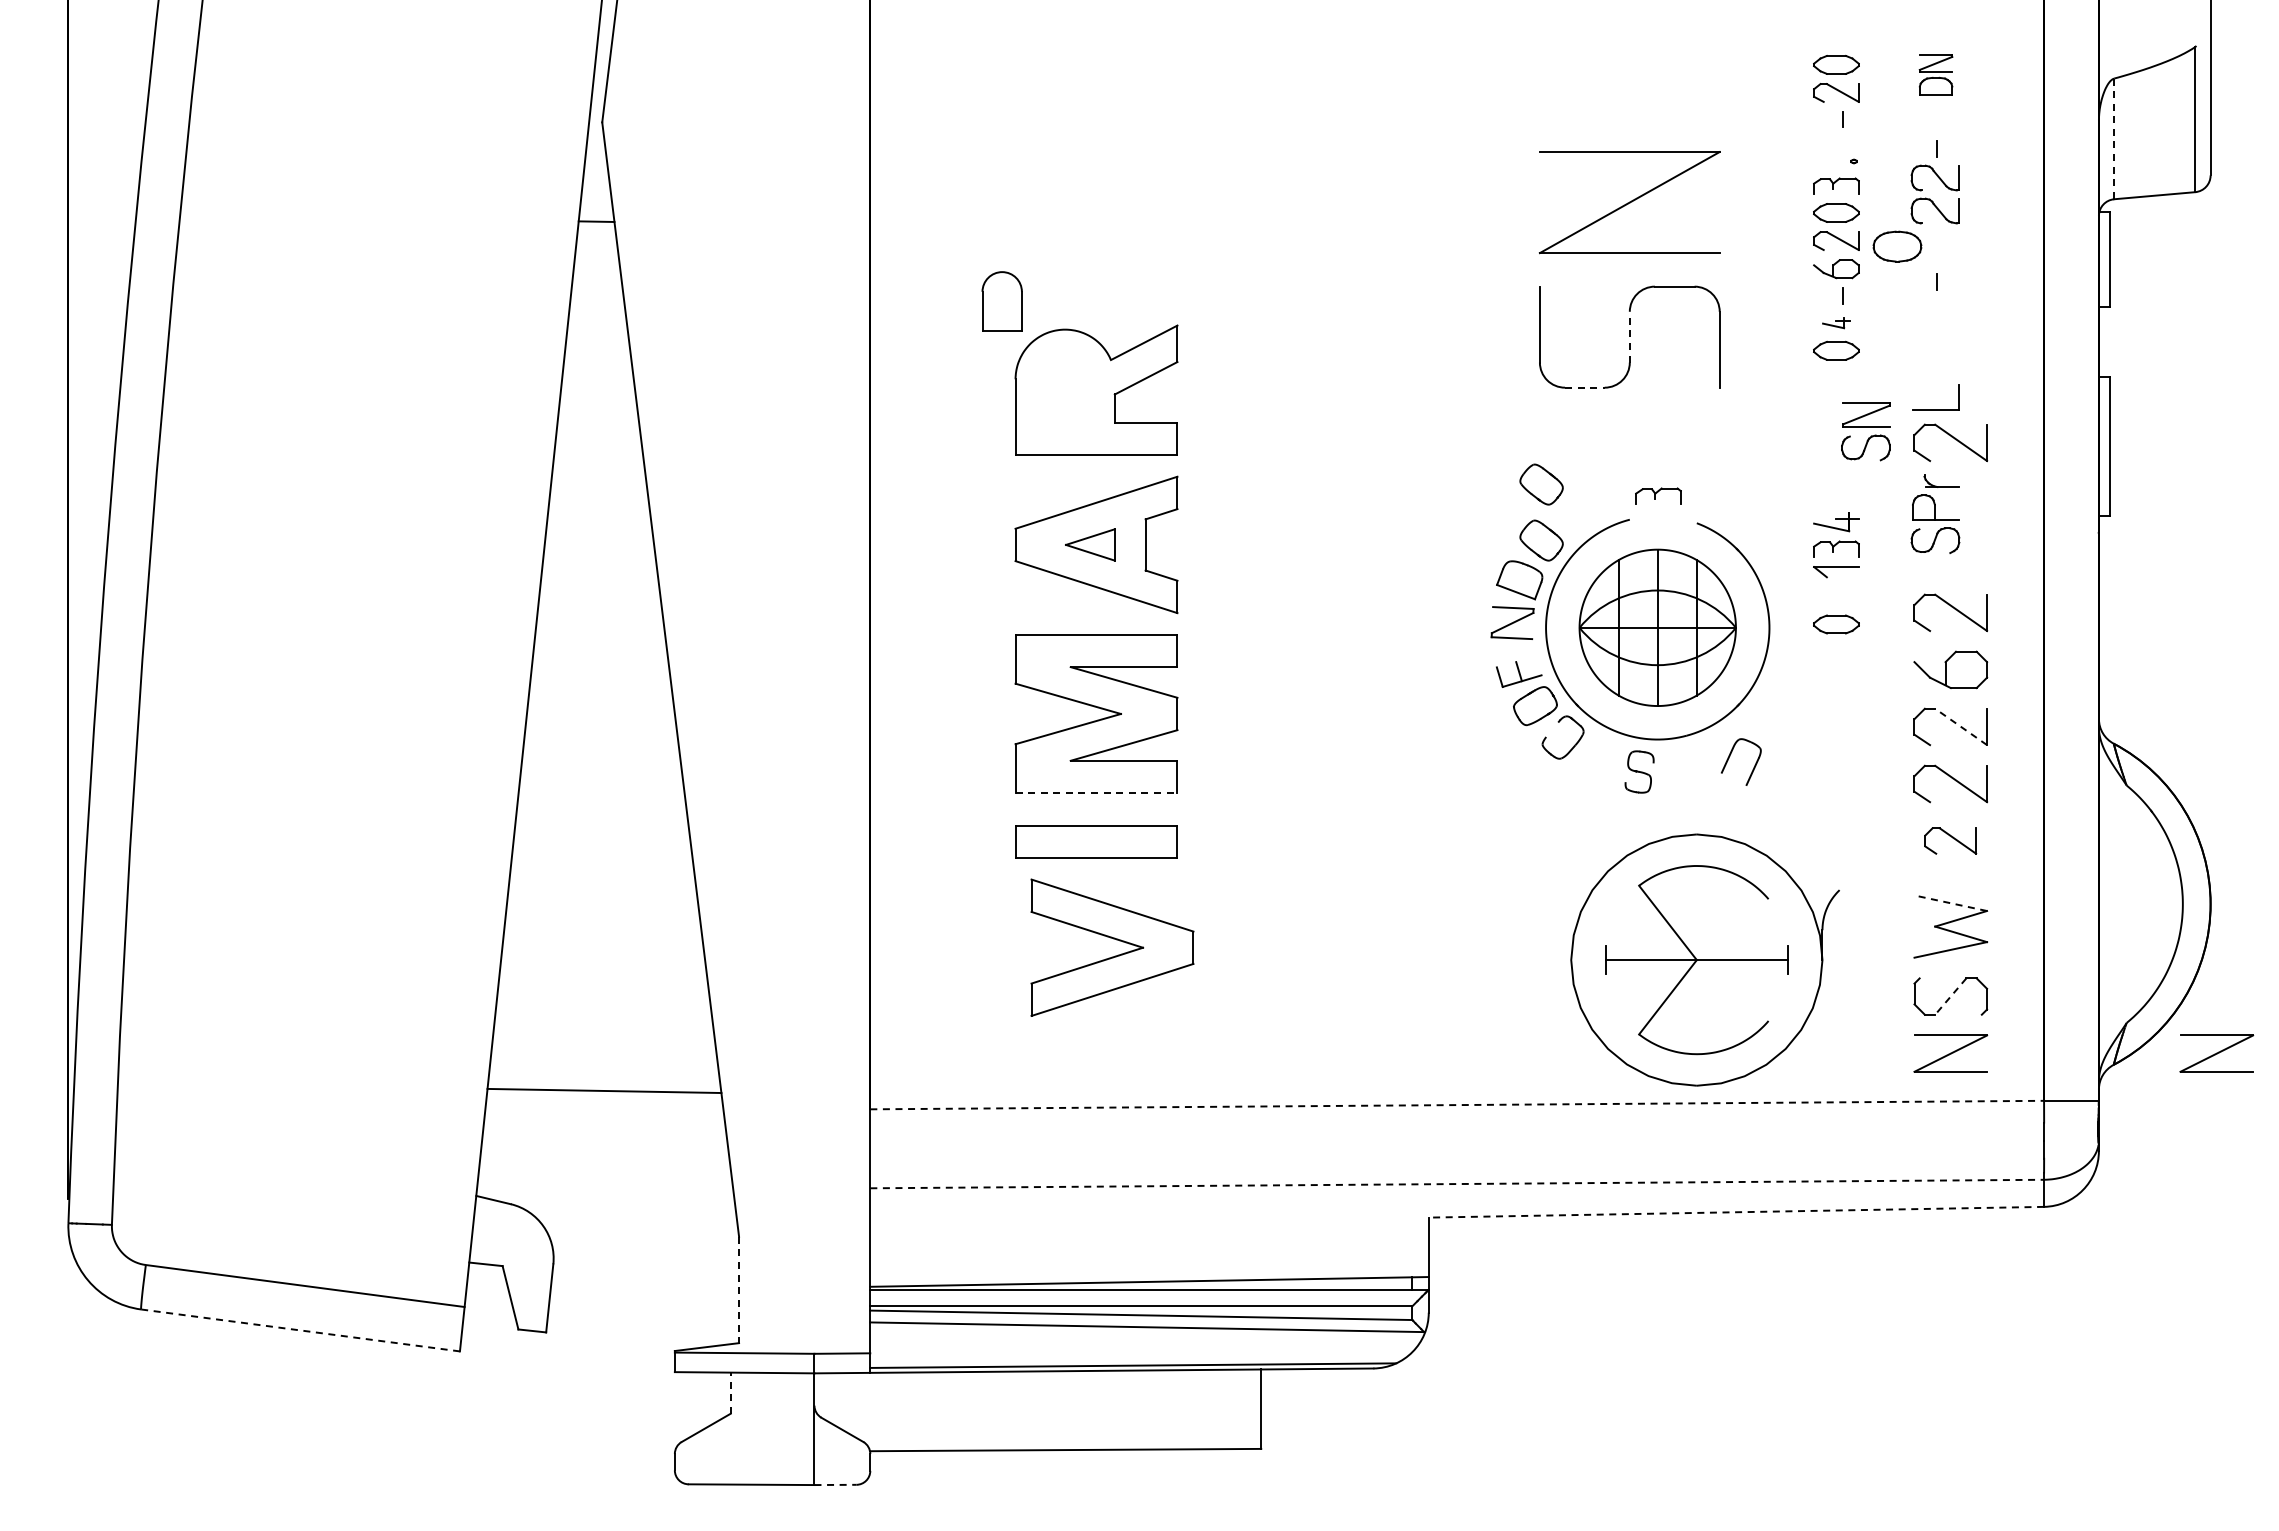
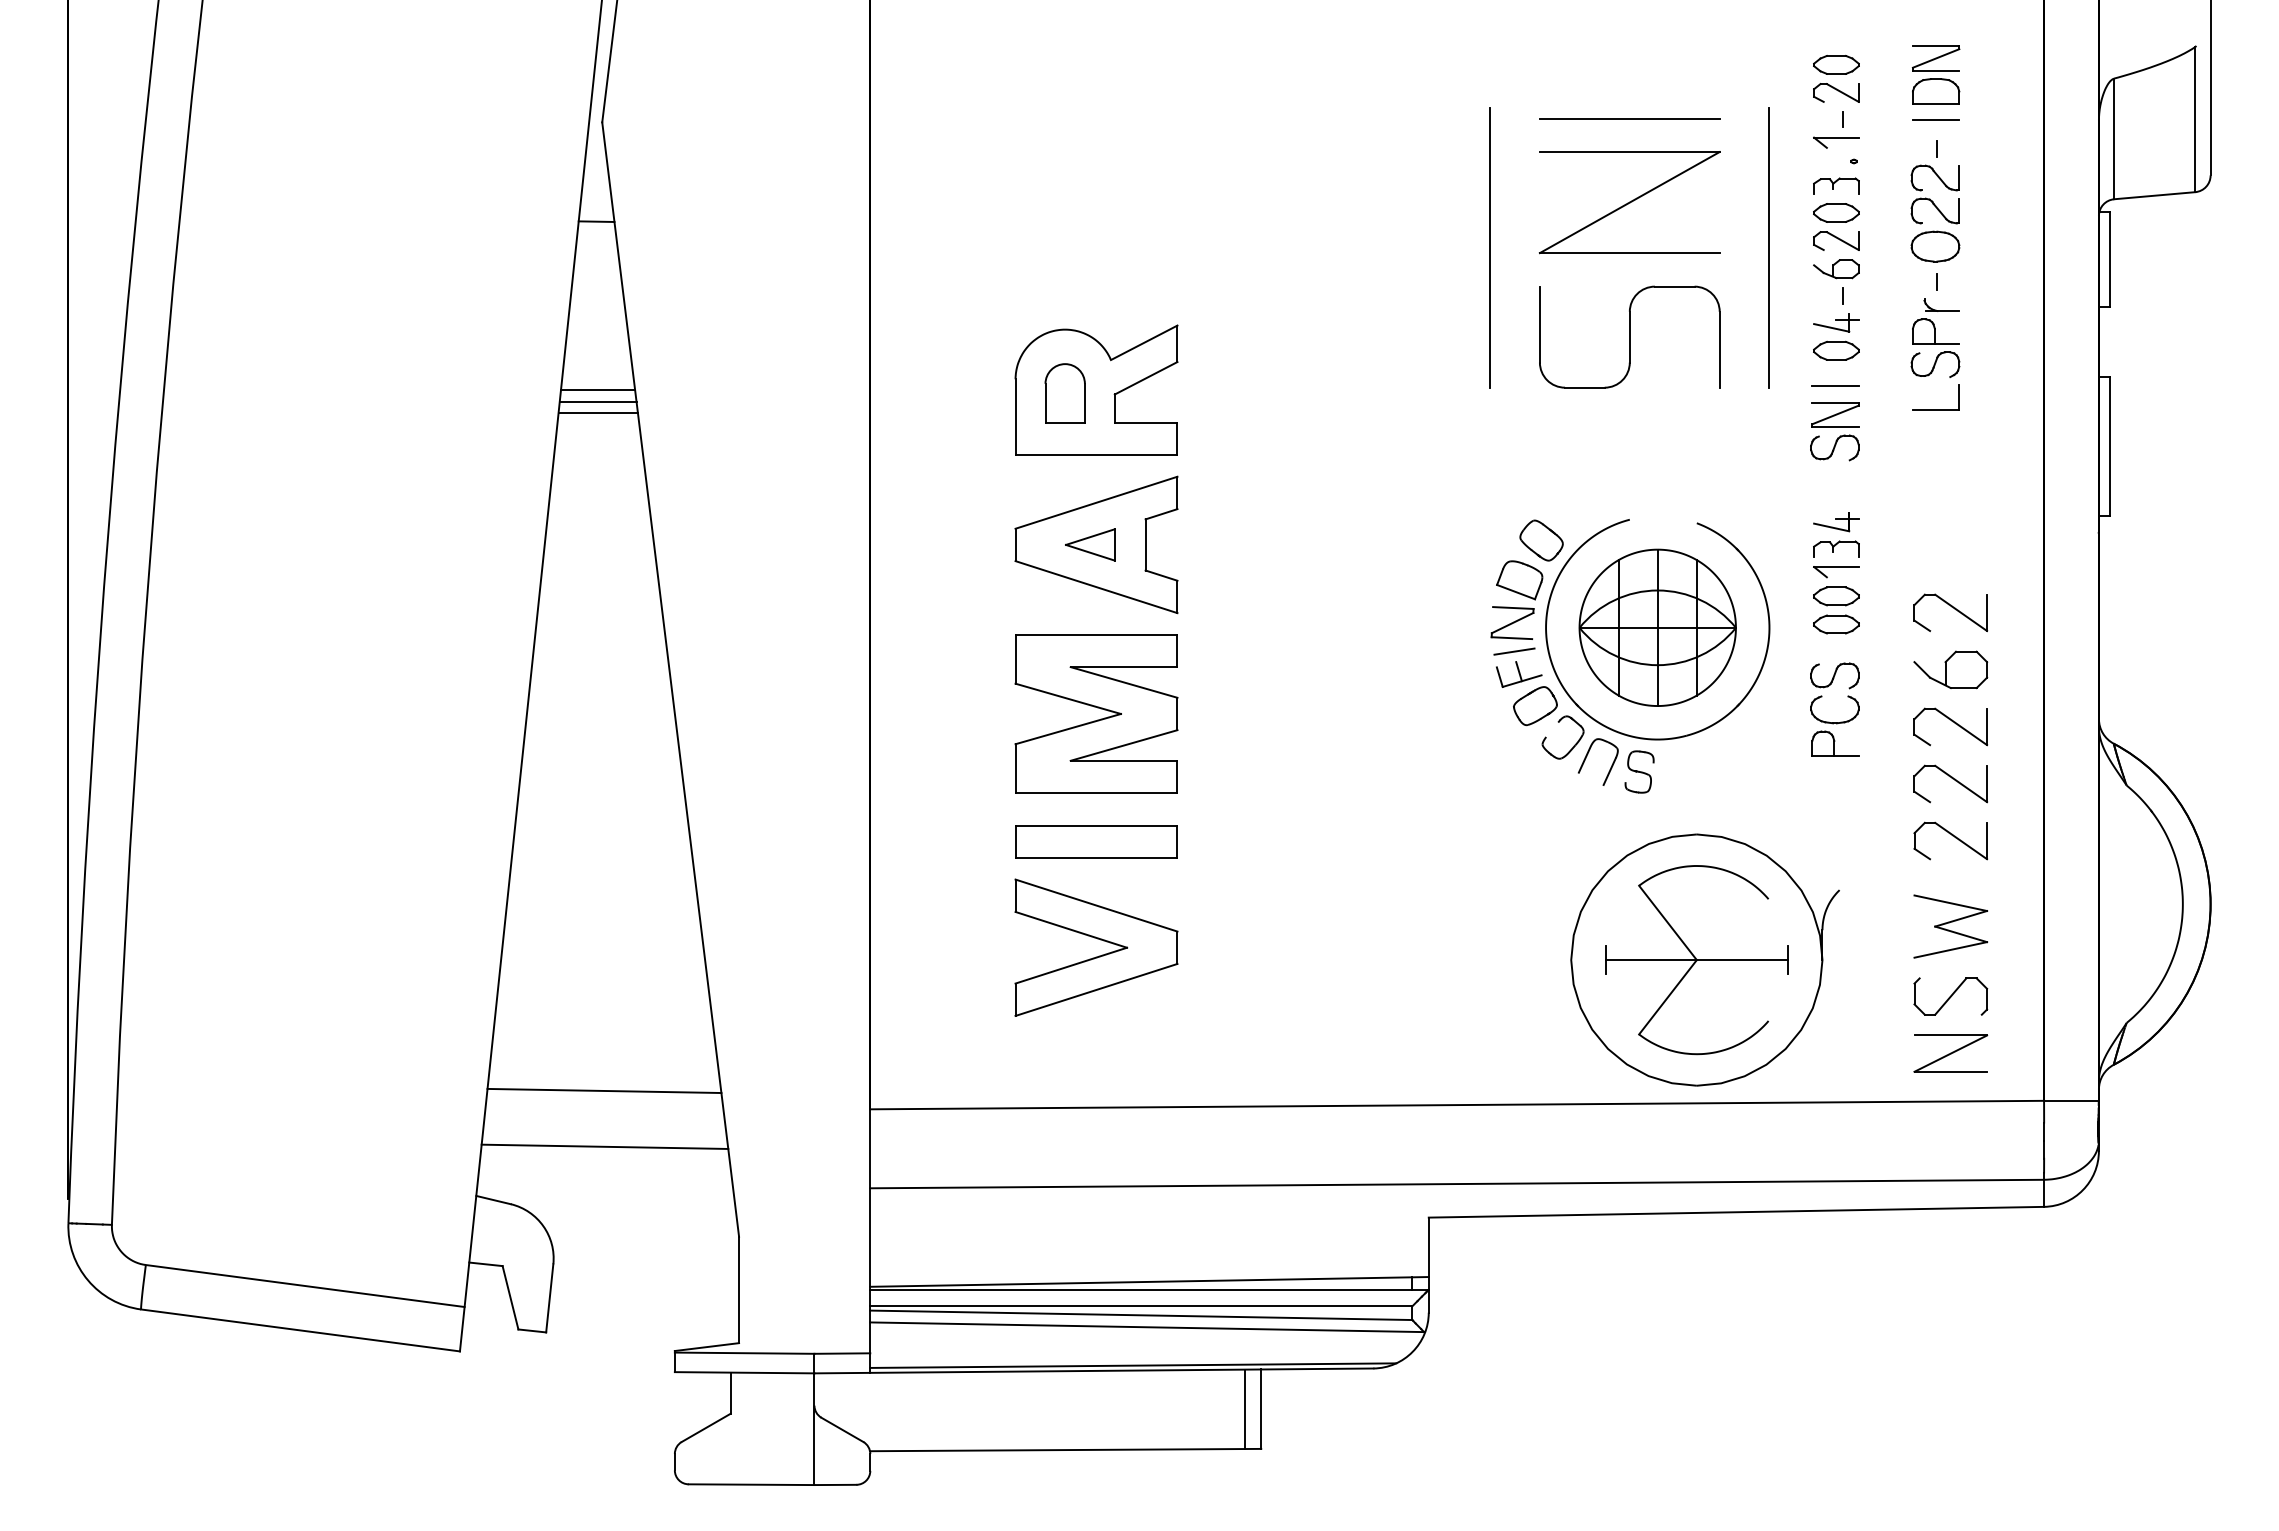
part at (1935, 74) size: 36x42 px -> 50x60 px
line at (1629, 118): none -> present
line at (1935, 120): none -> present
line at (2114, 139): dashed -> solid
part at (1836, 142): none -> present
part at (1897, 246) position: (1897, 246) -> (1935, 246)
line at (1490, 247): none -> present
line at (1769, 247): none -> present
part at (1001, 301) position: (1001, 301) -> (1064, 393)
part at (1836, 323) size: 29x13 px -> 47x20 px
line at (1629, 336): dashed -> solid
line at (1835, 385): none -> present
line at (1584, 387): dashed -> solid
line at (597, 390): none -> present
line at (597, 401): none -> present
line at (597, 412): none -> present
part at (1865, 431) position: (1865, 431) -> (1834, 431)
part at (1950, 442): present -> none
part at (1541, 484): present -> none
part at (1658, 495): present -> none
part at (1935, 513) position: (1935, 513) -> (1935, 337)
part at (1836, 596): none -> present
line at (1514, 651): none -> present
part at (1829, 721): none -> present
line at (1961, 726): dashed -> solid
part at (1730, 756) position: (1730, 756) -> (1587, 756)
line at (1096, 793): dashed -> solid
part at (1950, 840) size: 54x28 px -> 75x40 px
line at (1950, 903): dashed -> solid
part at (1113, 939) position: (1113, 939) -> (1097, 939)
line at (1950, 996): dashed -> solid
part at (2216, 1053): present -> none
line at (1457, 1105): dashed -> solid
line at (604, 1146): none -> present
line at (1457, 1184): dashed -> solid
line at (1736, 1212): dashed -> solid
line at (739, 1290): dashed -> solid
line at (300, 1330): dashed -> solid
line at (730, 1393): dashed -> solid
line at (1244, 1409): none -> present
line at (835, 1484): dashed -> solid
